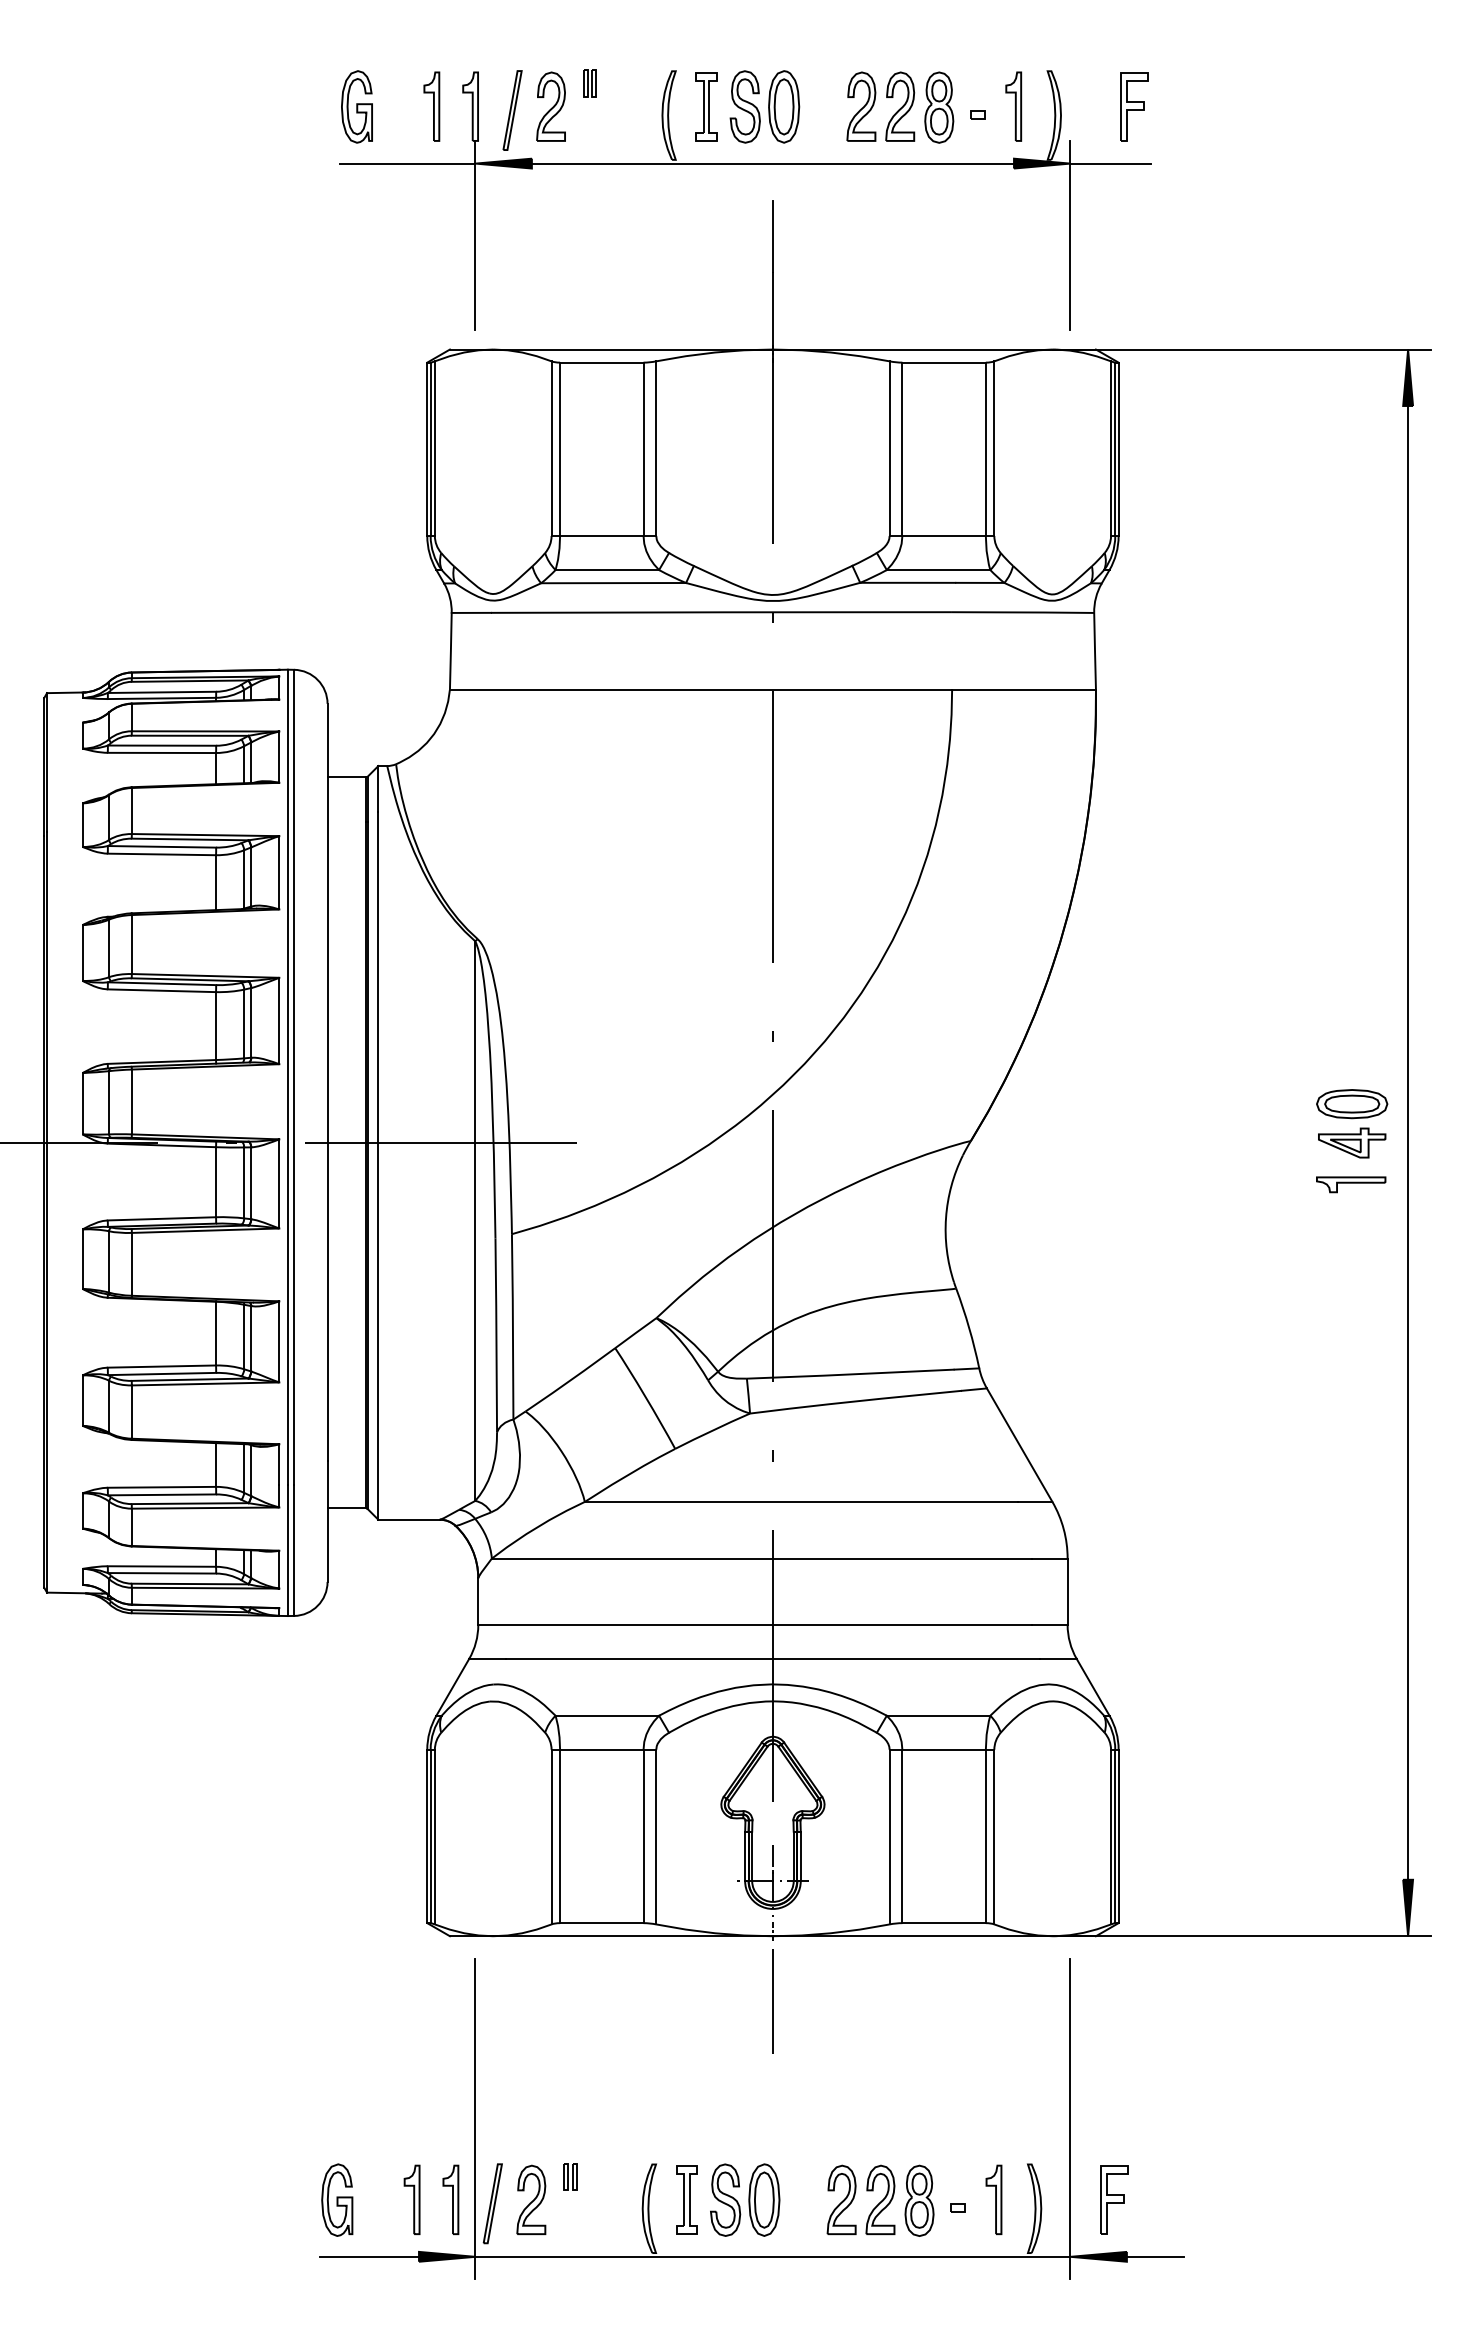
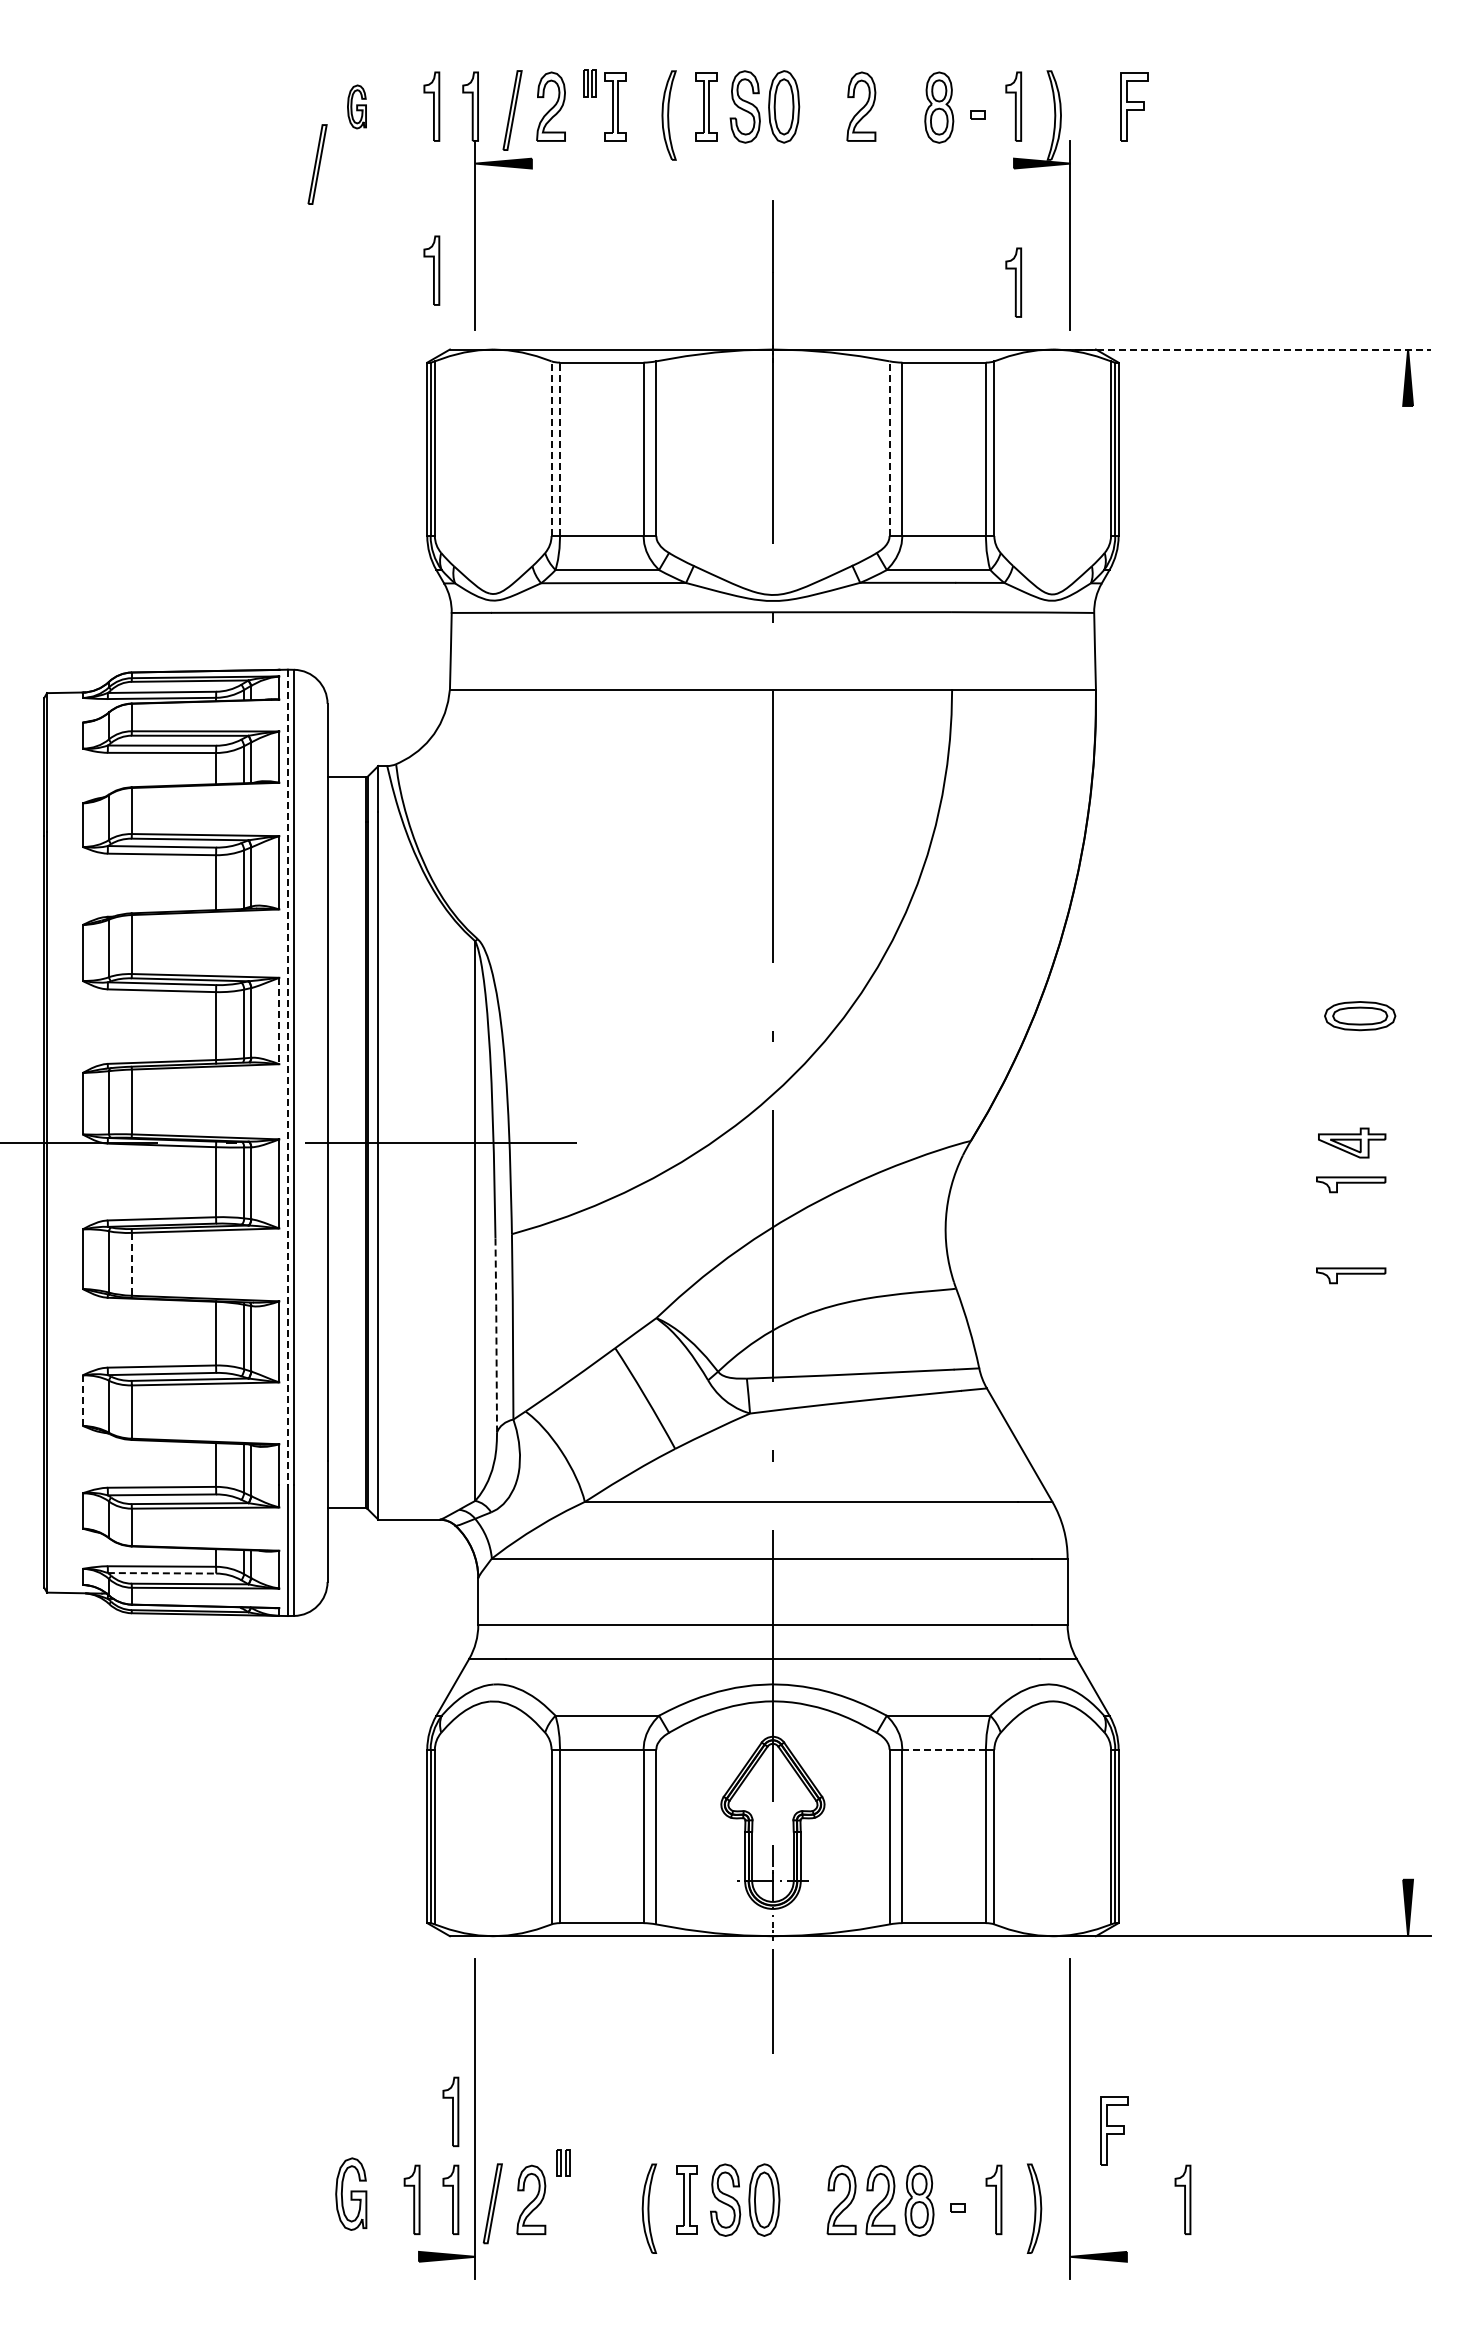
part at (356, 106) size: 32x74 px -> 20x46 px
part at (615, 106): none -> present
part at (900, 106): present -> none
line at (407, 163): present -> none
line at (772, 163): present -> none
line at (1110, 163): present -> none
part at (317, 164): none -> present
part at (431, 270): none -> present
part at (1013, 282): none -> present
line at (1242, 349): solid -> dashed
line at (551, 448): solid -> dashed
line at (889, 448): solid -> dashed
line at (560, 449): solid -> dashed
line at (279, 1021): solid -> dashed
line at (287, 1077): solid -> dashed
part at (1352, 1104) position: (1352, 1104) -> (1360, 1016)
line at (1408, 1142): present -> none
line at (131, 1264): solid -> dashed
part at (1351, 1275): none -> present
line at (496, 1334): solid -> dashed
line at (82, 1401): solid -> dashed
line at (162, 1573): solid -> dashed
line at (944, 1749): solid -> dashed
part at (450, 2111): none -> present
part at (570, 2176) position: (570, 2176) -> (563, 2162)
part at (337, 2199) position: (337, 2199) -> (351, 2193)
part at (1114, 2199) position: (1114, 2199) -> (1114, 2130)
part at (1182, 2199): none -> present
line at (369, 2256): present -> none
line at (772, 2256): present -> none
line at (1154, 2256): present -> none
